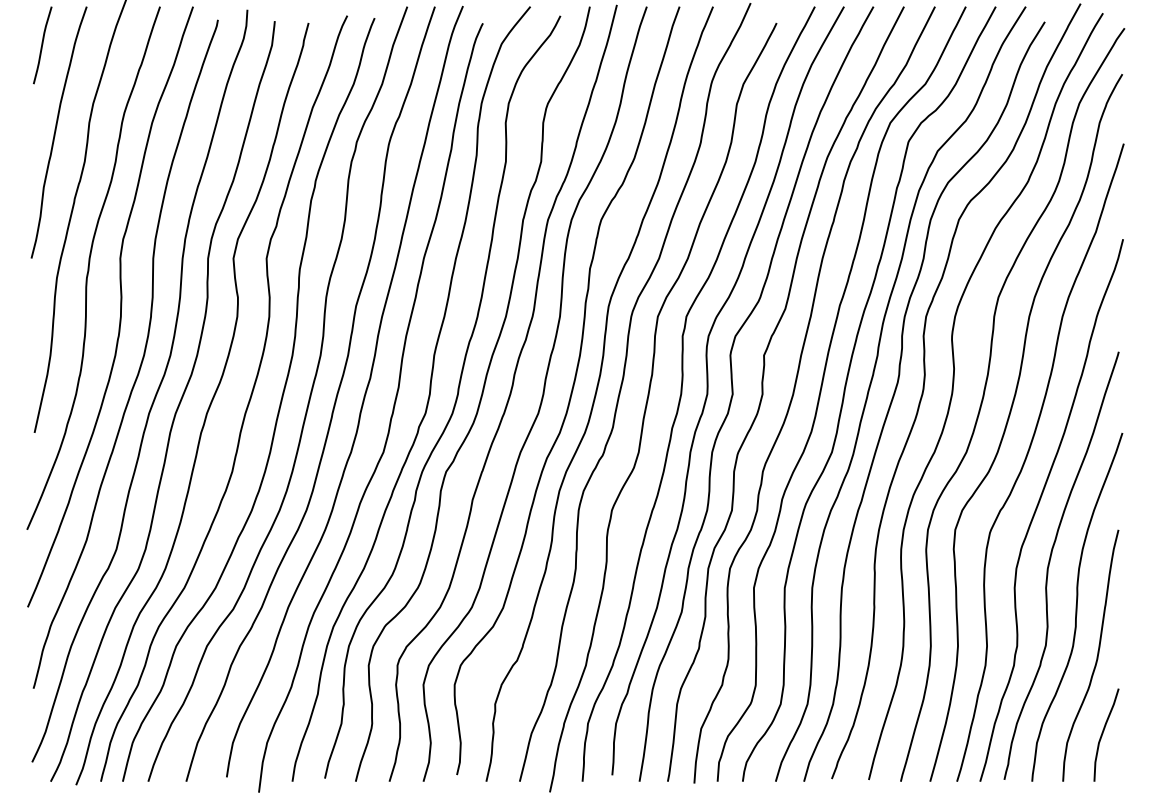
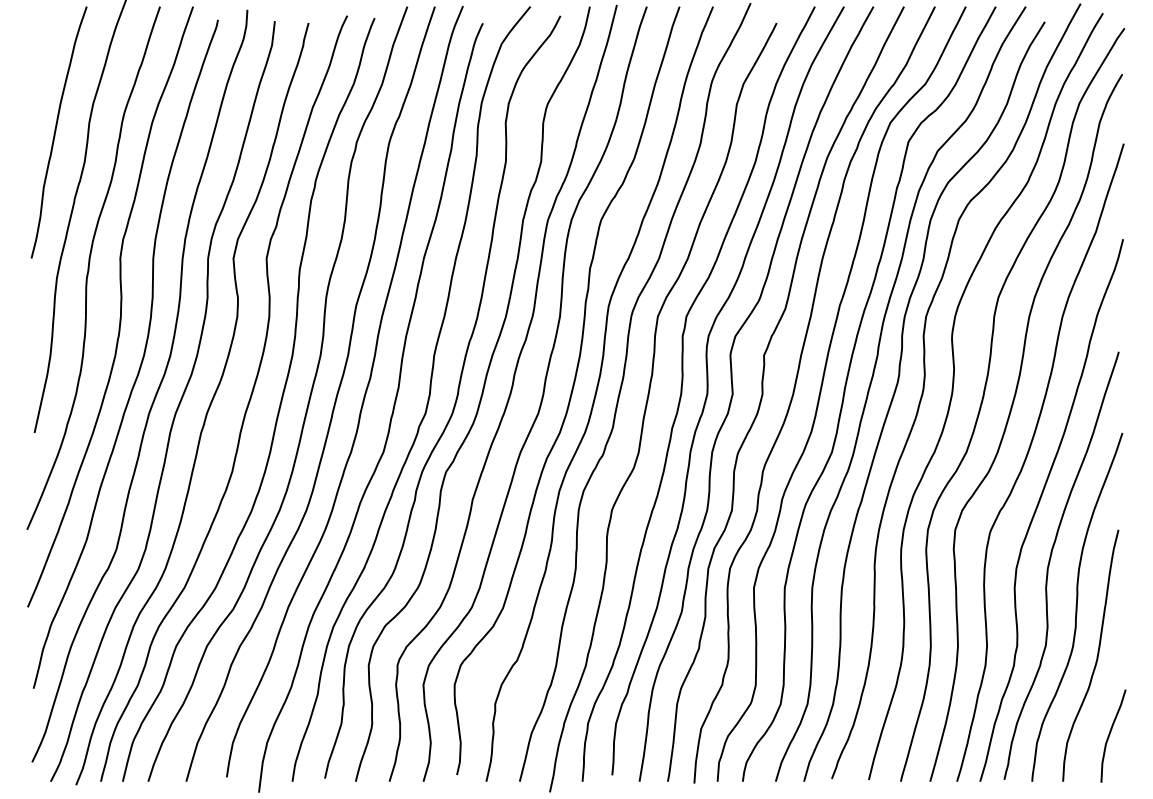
curve at (42, 45): present -> none
curve at (1103, 733) position: (1103, 733) -> (1110, 734)
